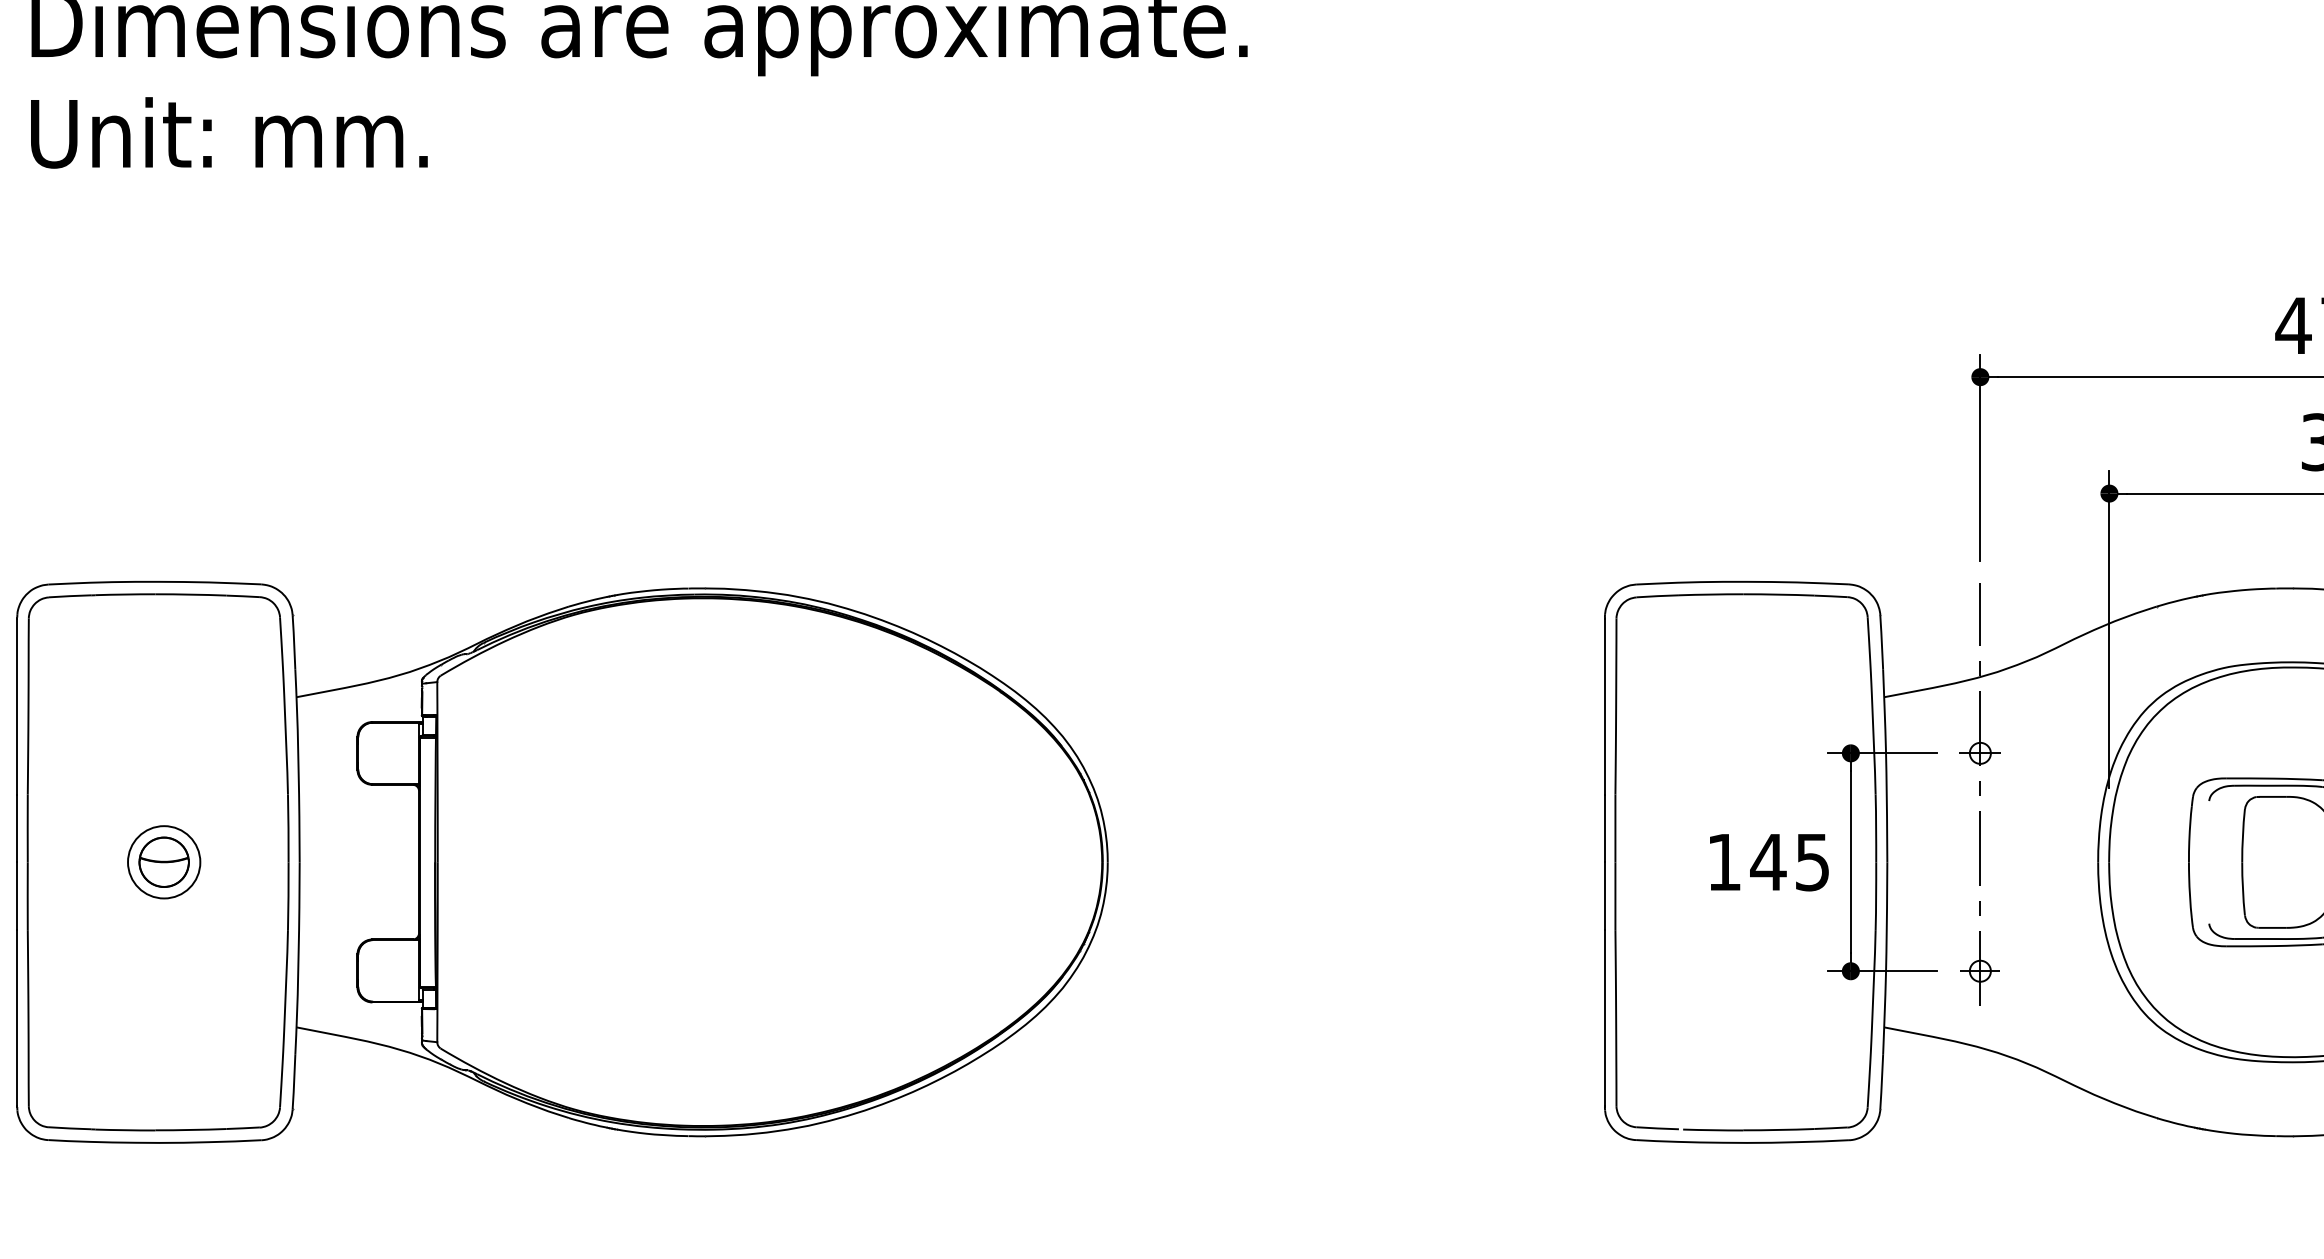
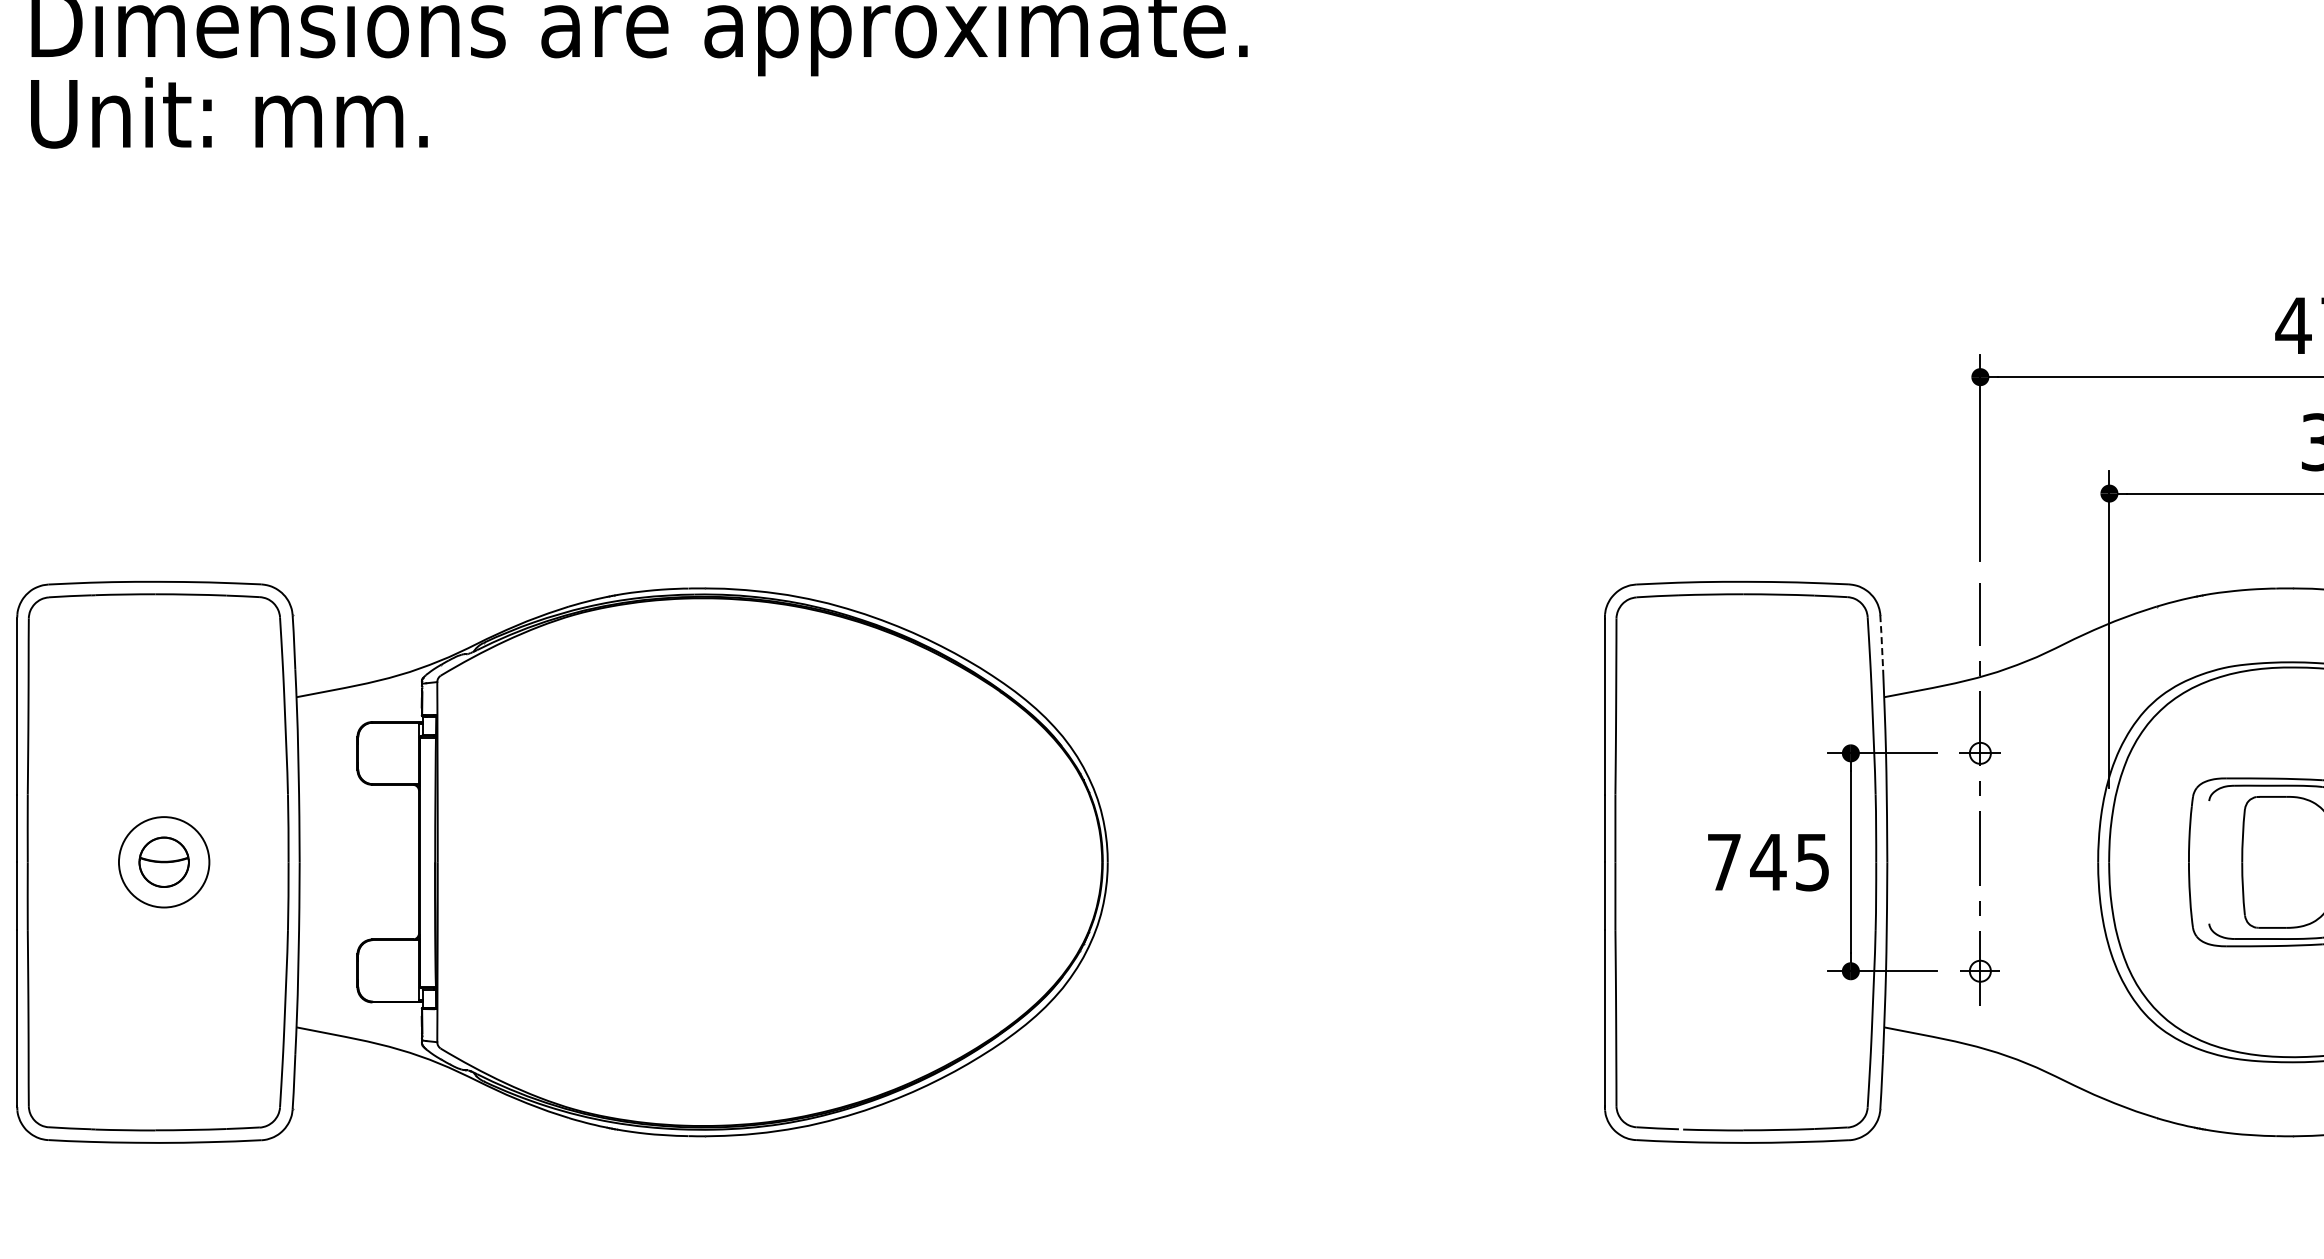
text at (229, 132) position: (229, 132) -> (229, 112)
line at (1881, 642): solid -> dashed
circle at (164, 862) diameter: 72 px -> 90 px
text at (1724, 862): 145 -> 745
